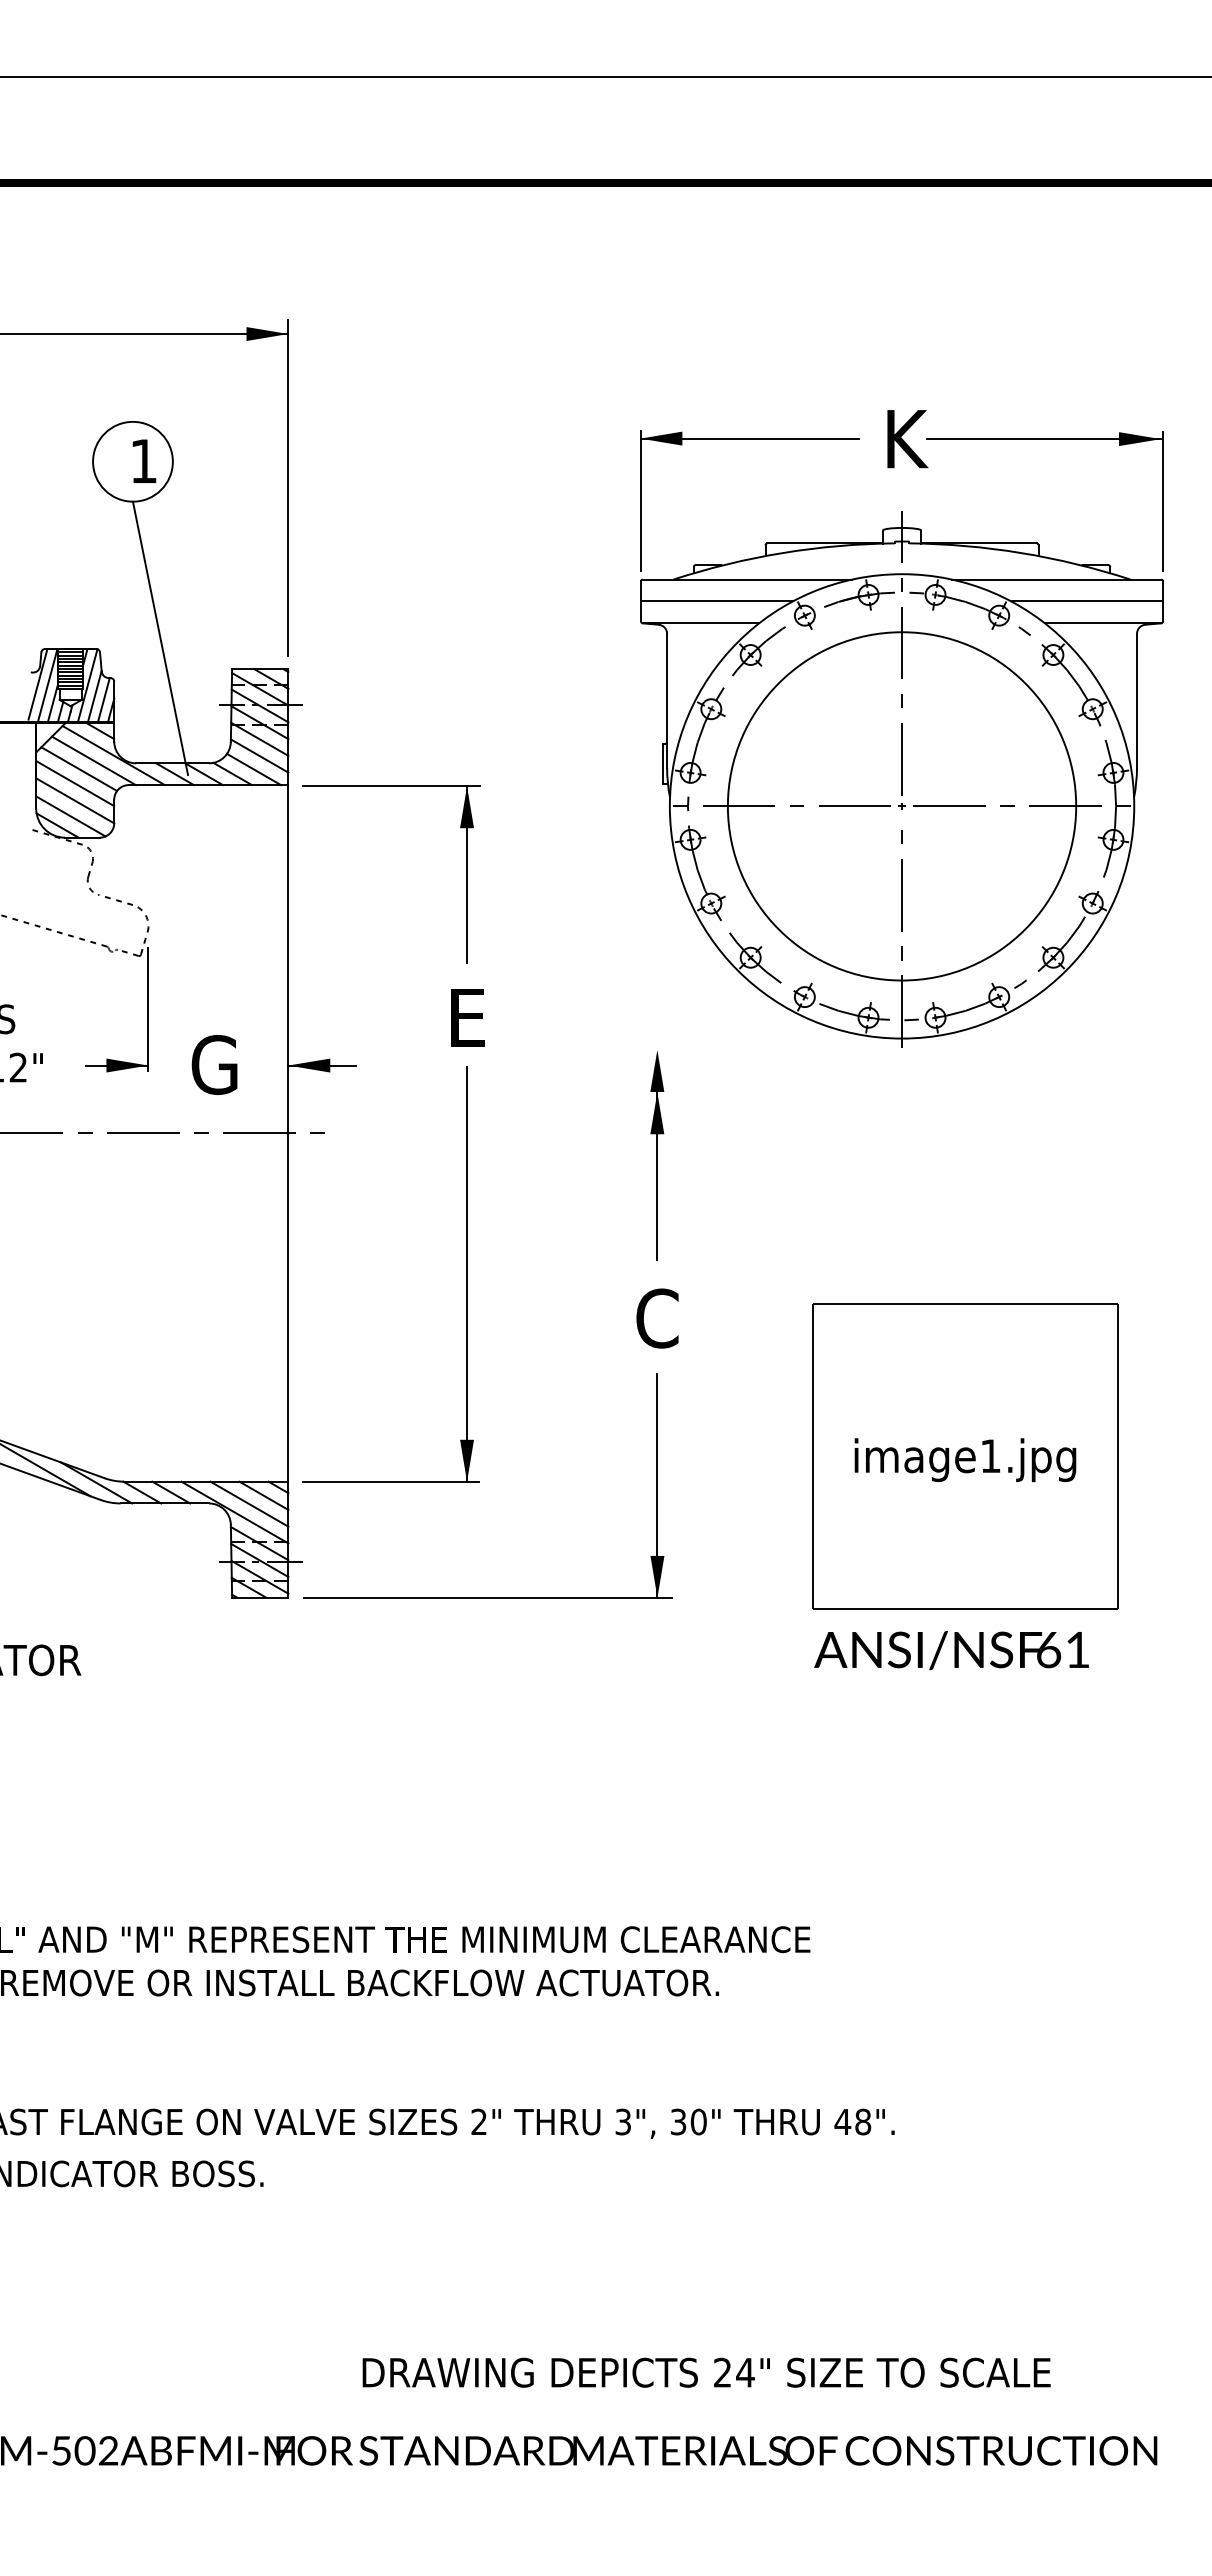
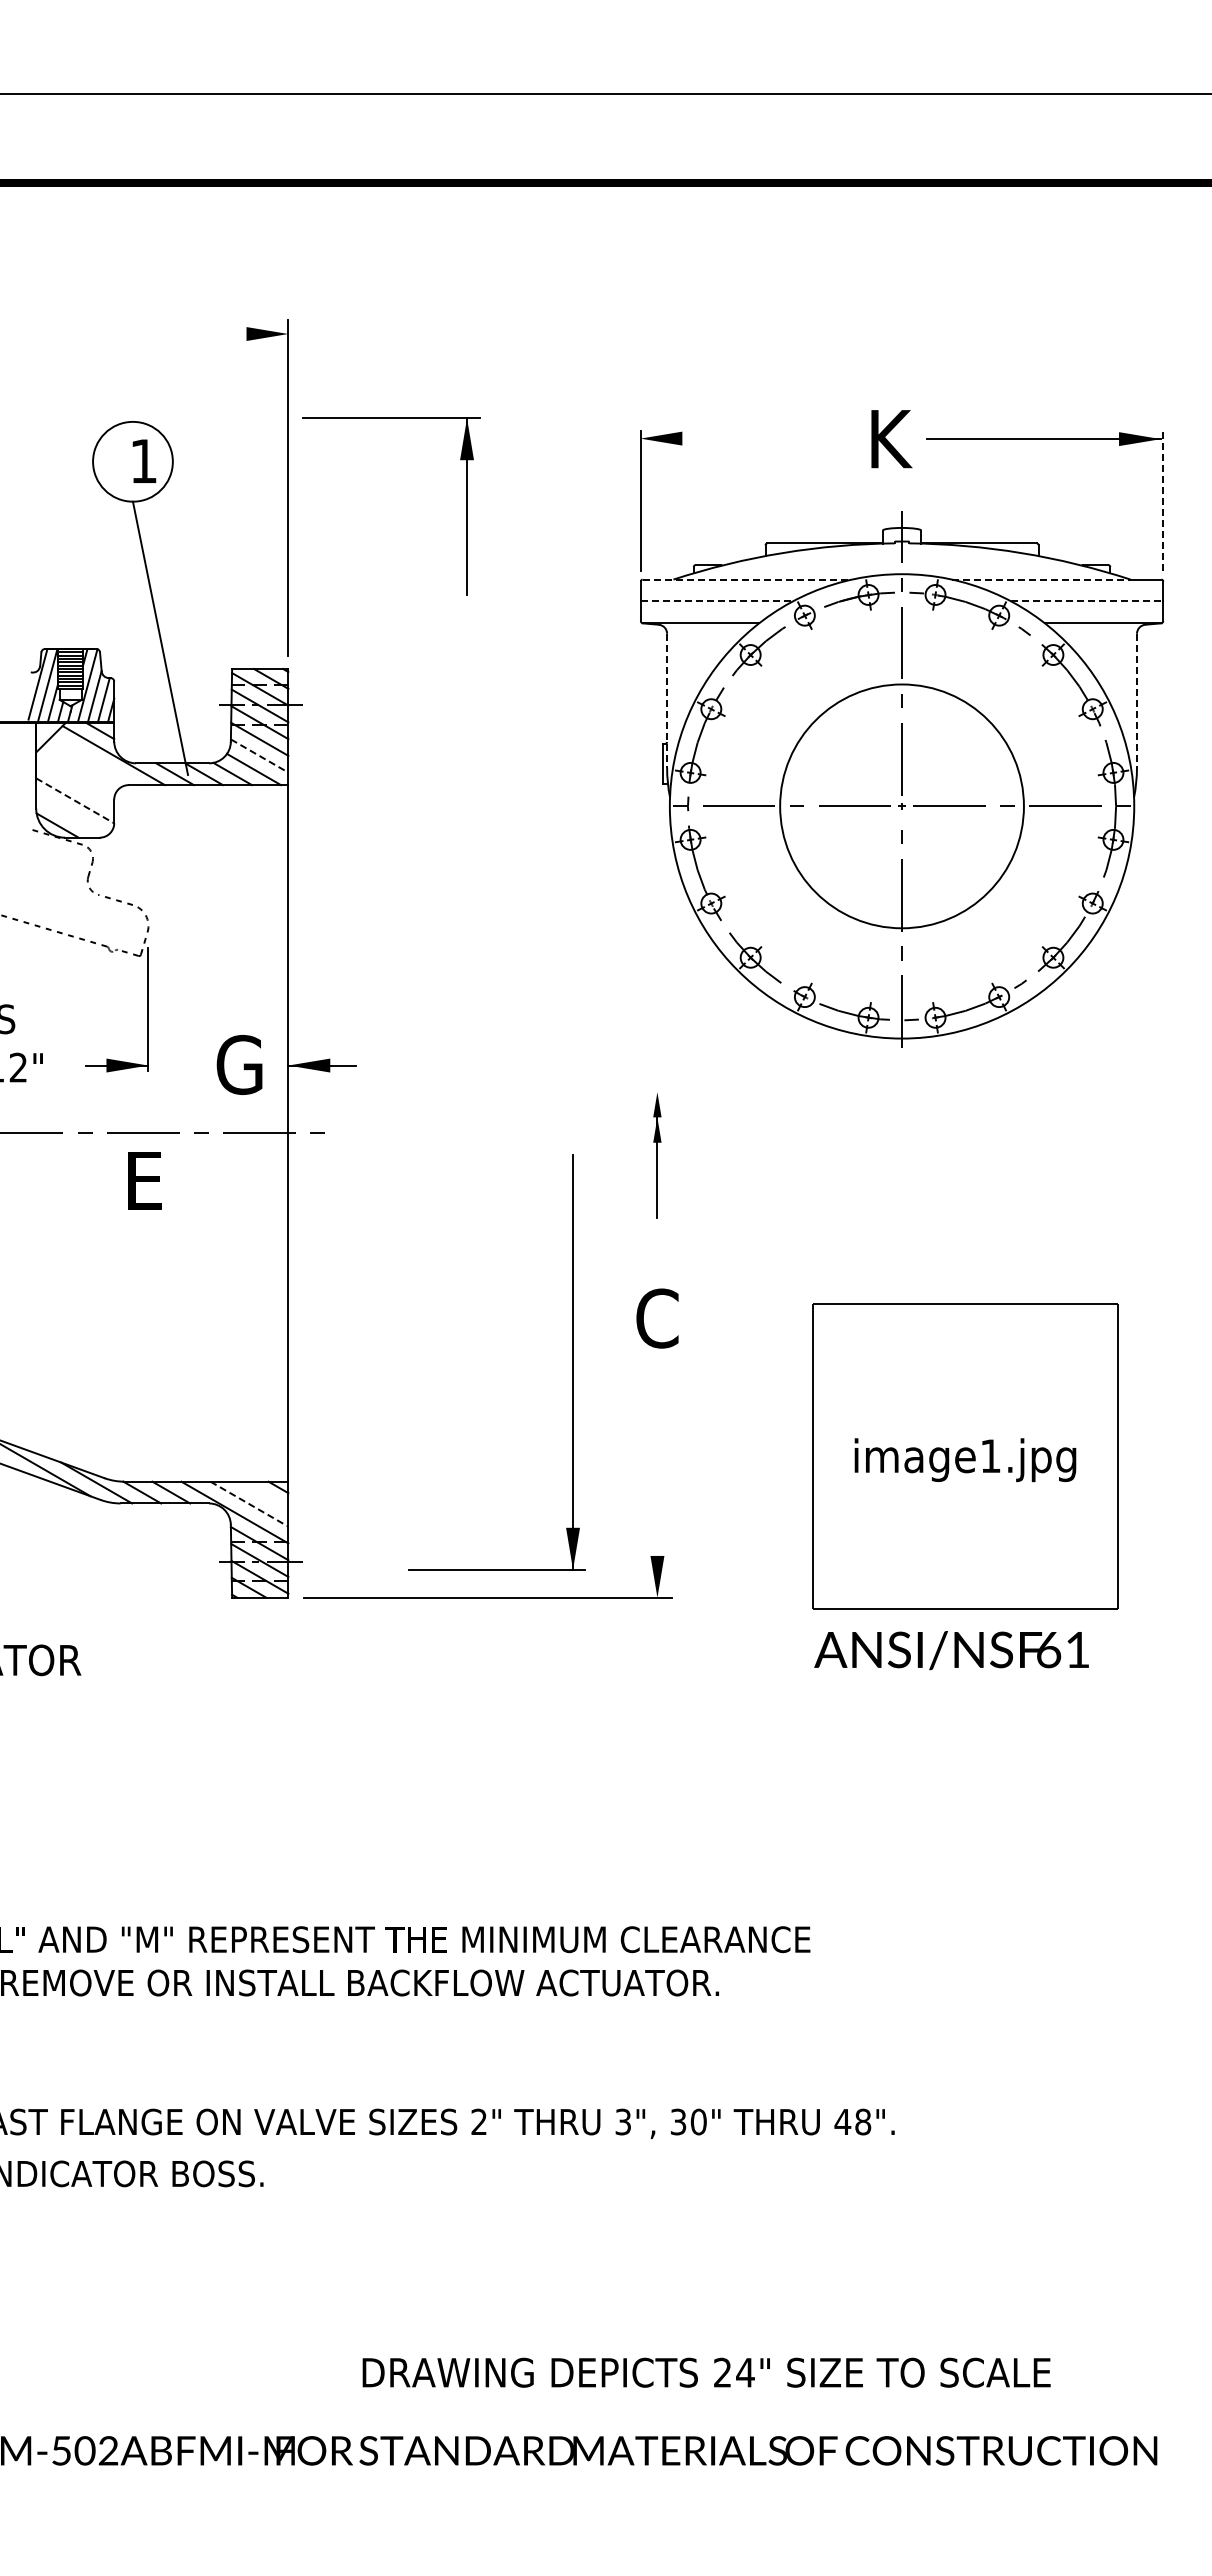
line at (605, 77) position: (605, 77) -> (605, 94)
line at (145, 334): present -> none
line at (749, 438): present -> none
text at (907, 439) position: (907, 439) -> (891, 439)
line at (1163, 501): solid -> dashed
line at (747, 579): solid -> dashed
line at (1041, 579): solid -> dashed
line at (717, 601): solid -> dashed
line at (1087, 601): solid -> dashed
line at (667, 701): solid -> dashed
line at (1136, 701): solid -> dashed
line at (260, 756): solid -> dashed
line at (93, 760): present -> none
line at (79, 769): present -> none
line at (75, 783): present -> none
line at (75, 801): solid -> dashed
circle at (901, 806) diameter: 348 px -> 244 px
line at (70, 816): present -> none
part at (466, 874) position: (466, 874) -> (466, 506)
text at (467, 1017) position: (467, 1017) -> (144, 1180)
text at (214, 1064) position: (214, 1064) -> (239, 1064)
part at (657, 1155) size: 15x211 px -> 9x126 px
part at (466, 1274) position: (466, 1274) -> (572, 1362)
line at (657, 1485): present -> none
line at (263, 1495): present -> none
line at (249, 1504): solid -> dashed
